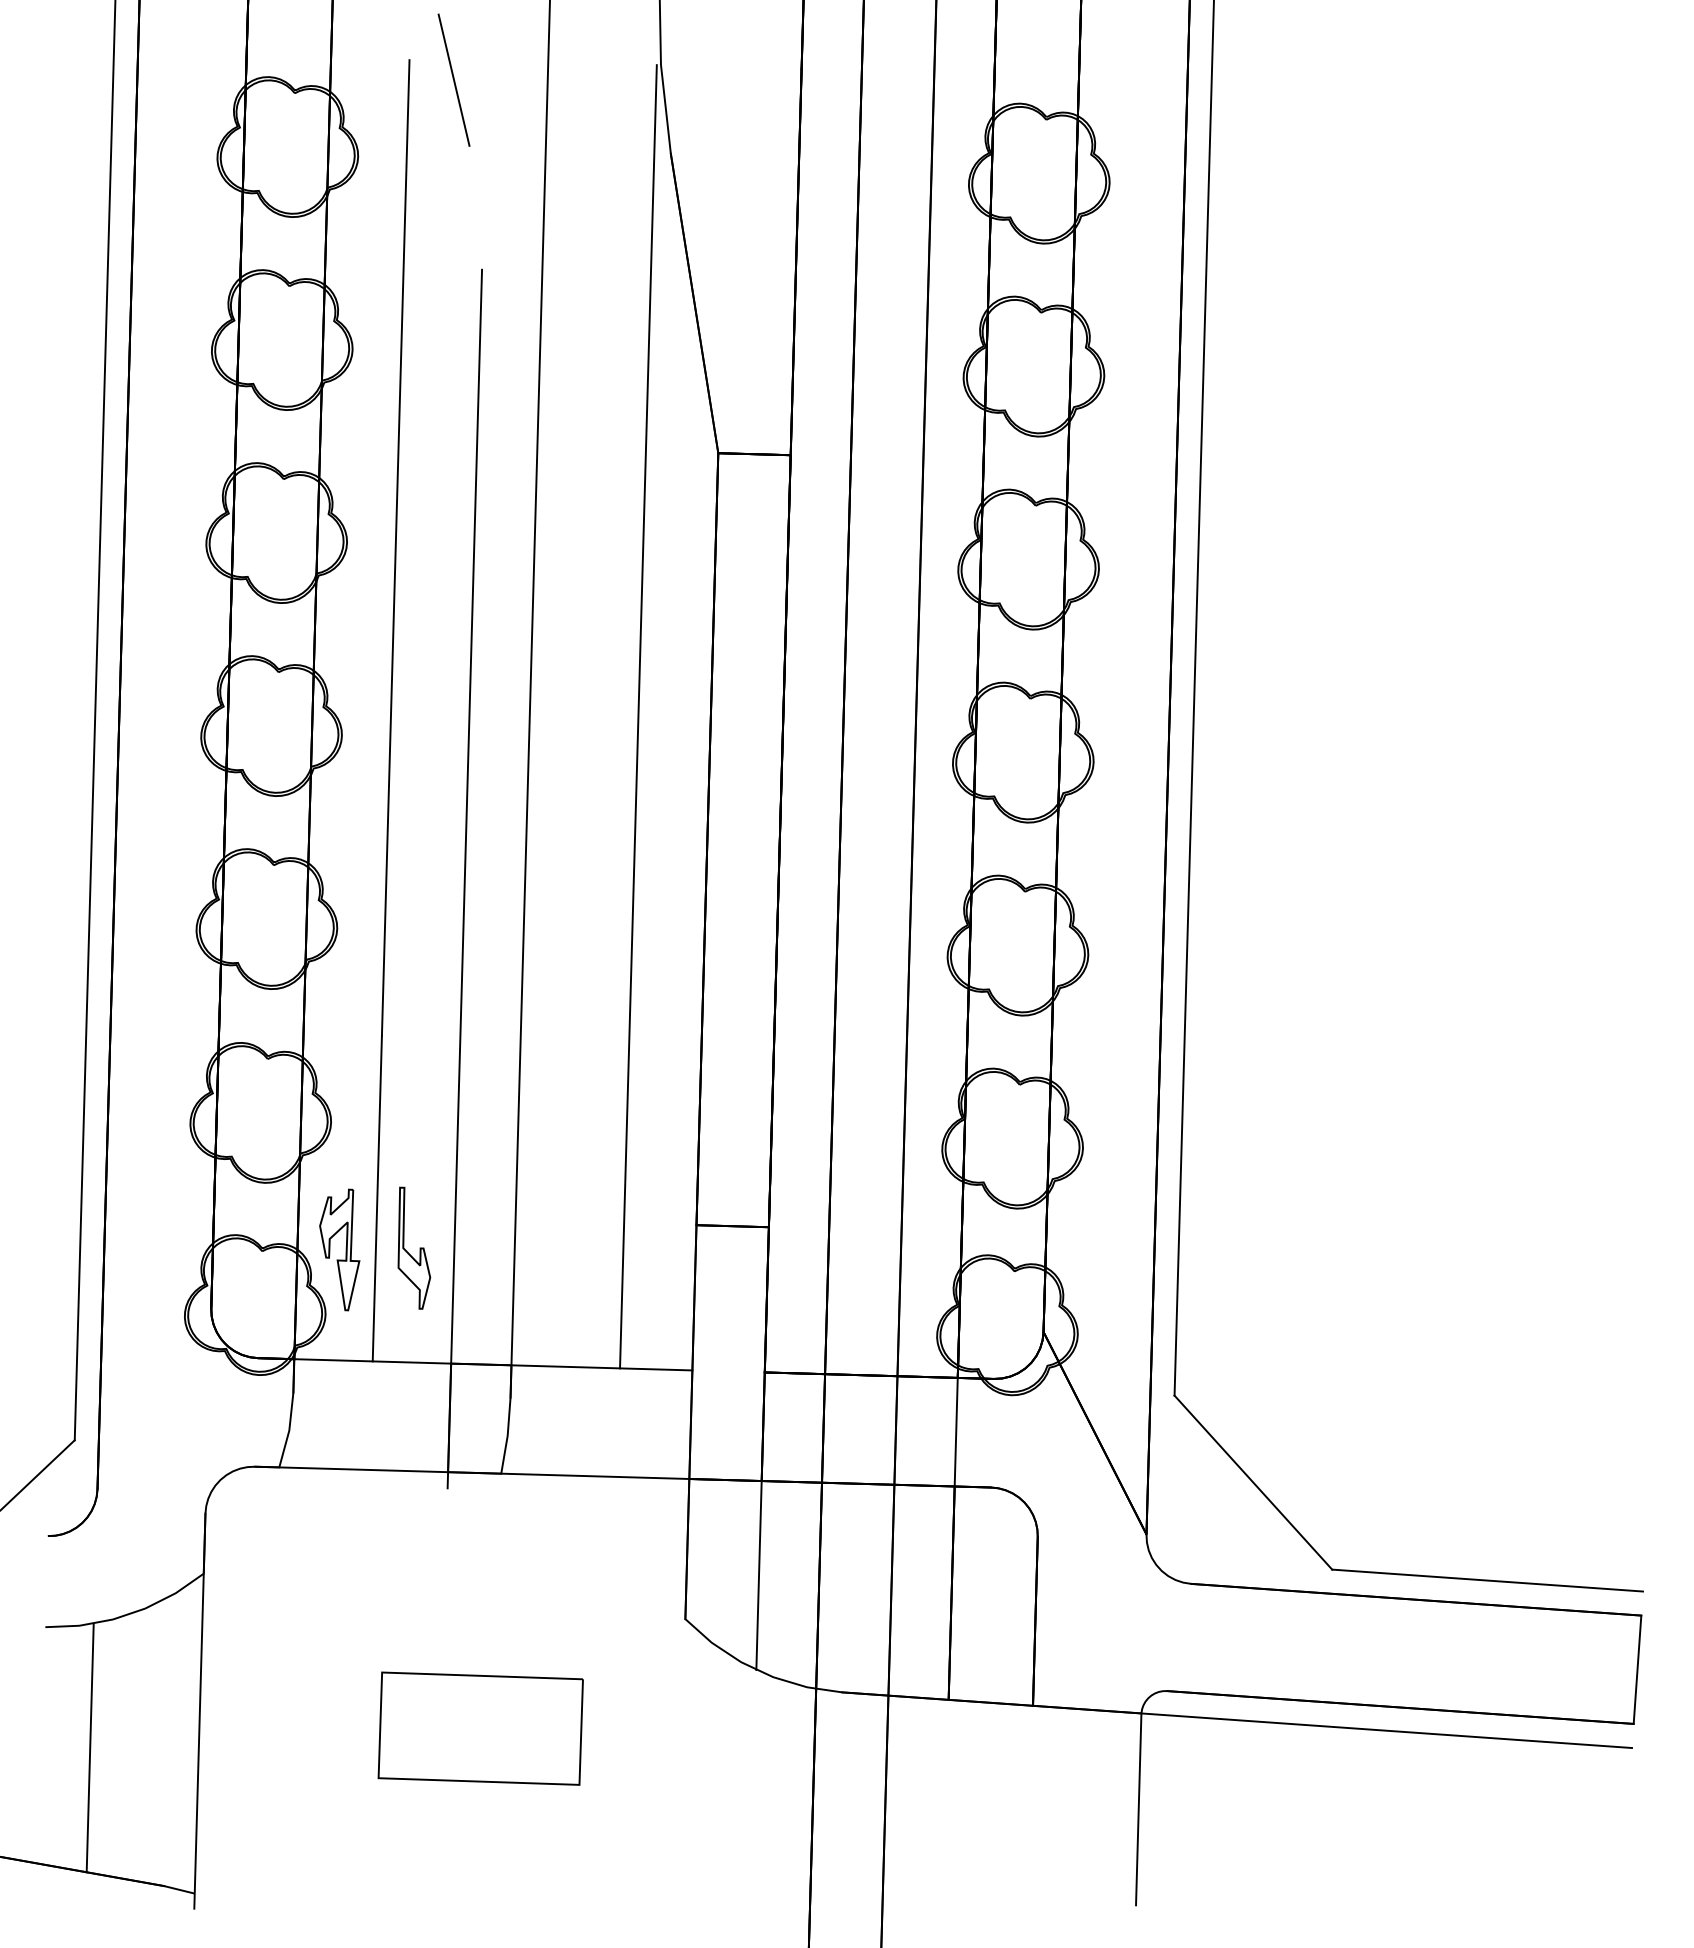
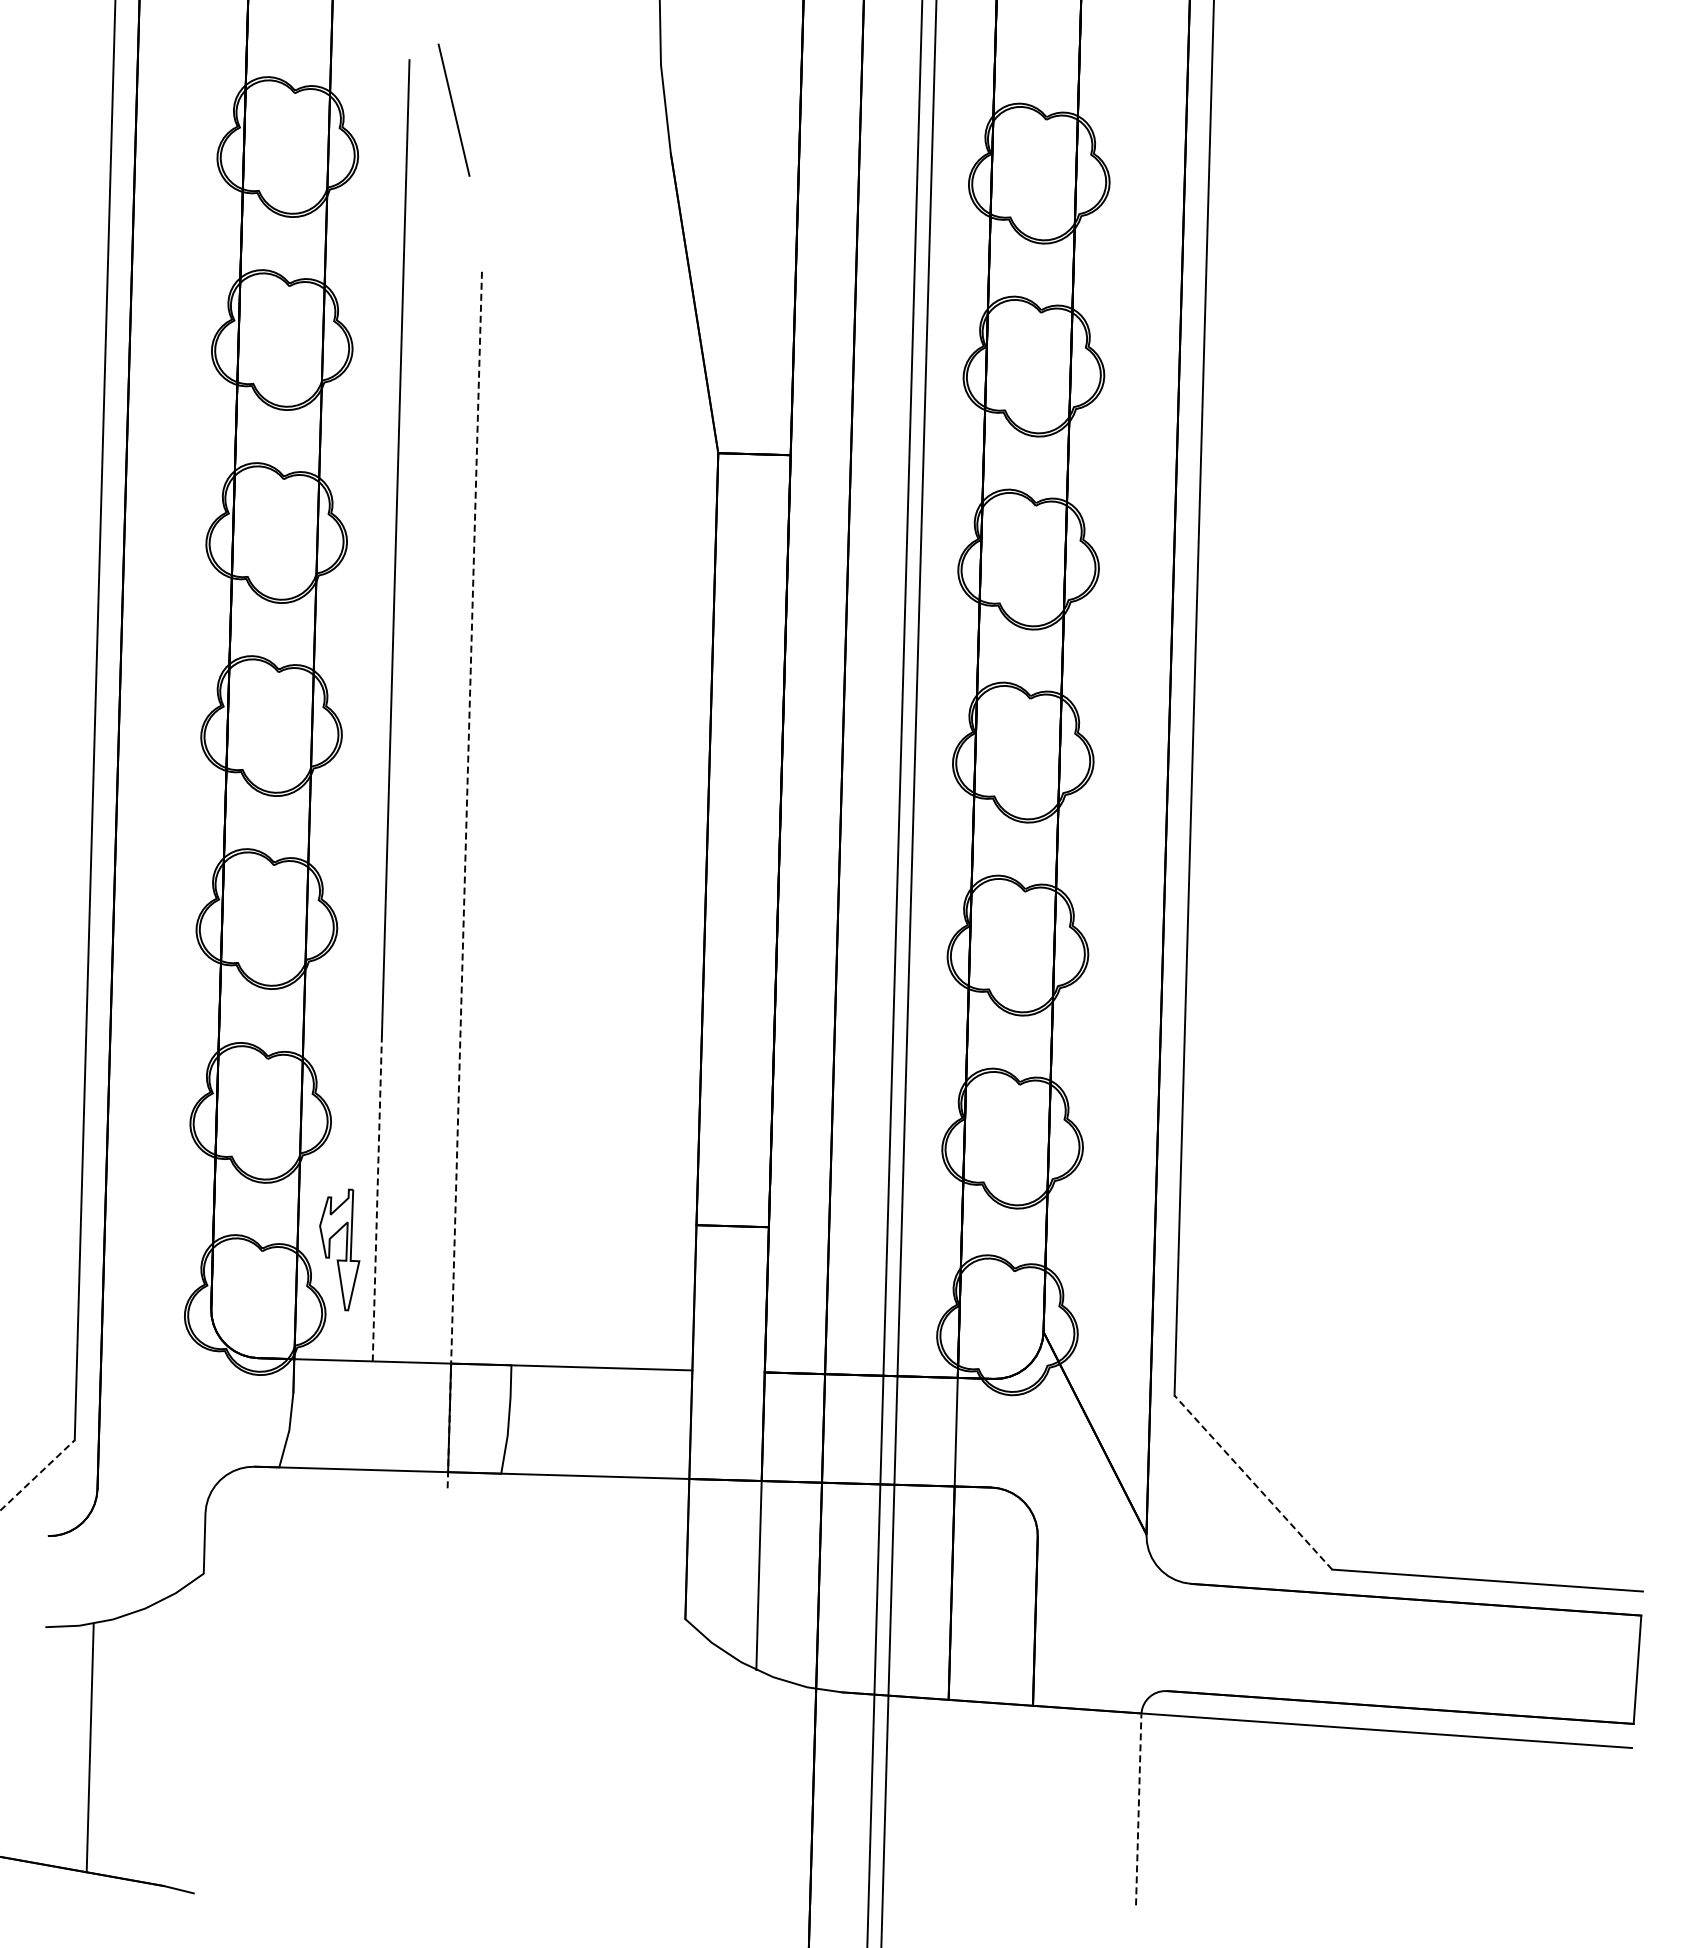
line at (453, 79) position: (453, 79) -> (453, 109)
line at (529, 699): present -> none
line at (638, 716): present -> none
line at (464, 879): solid -> dashed
line at (908, 973) position: (908, 973) -> (894, 973)
line at (377, 1198): solid -> dashed
part at (414, 1247): present -> none
line at (37, 1475): solid -> dashed
line at (1253, 1482): solid -> dashed
line at (199, 1710): present -> none
part at (480, 1728): present -> none
line at (1138, 1809): solid -> dashed
